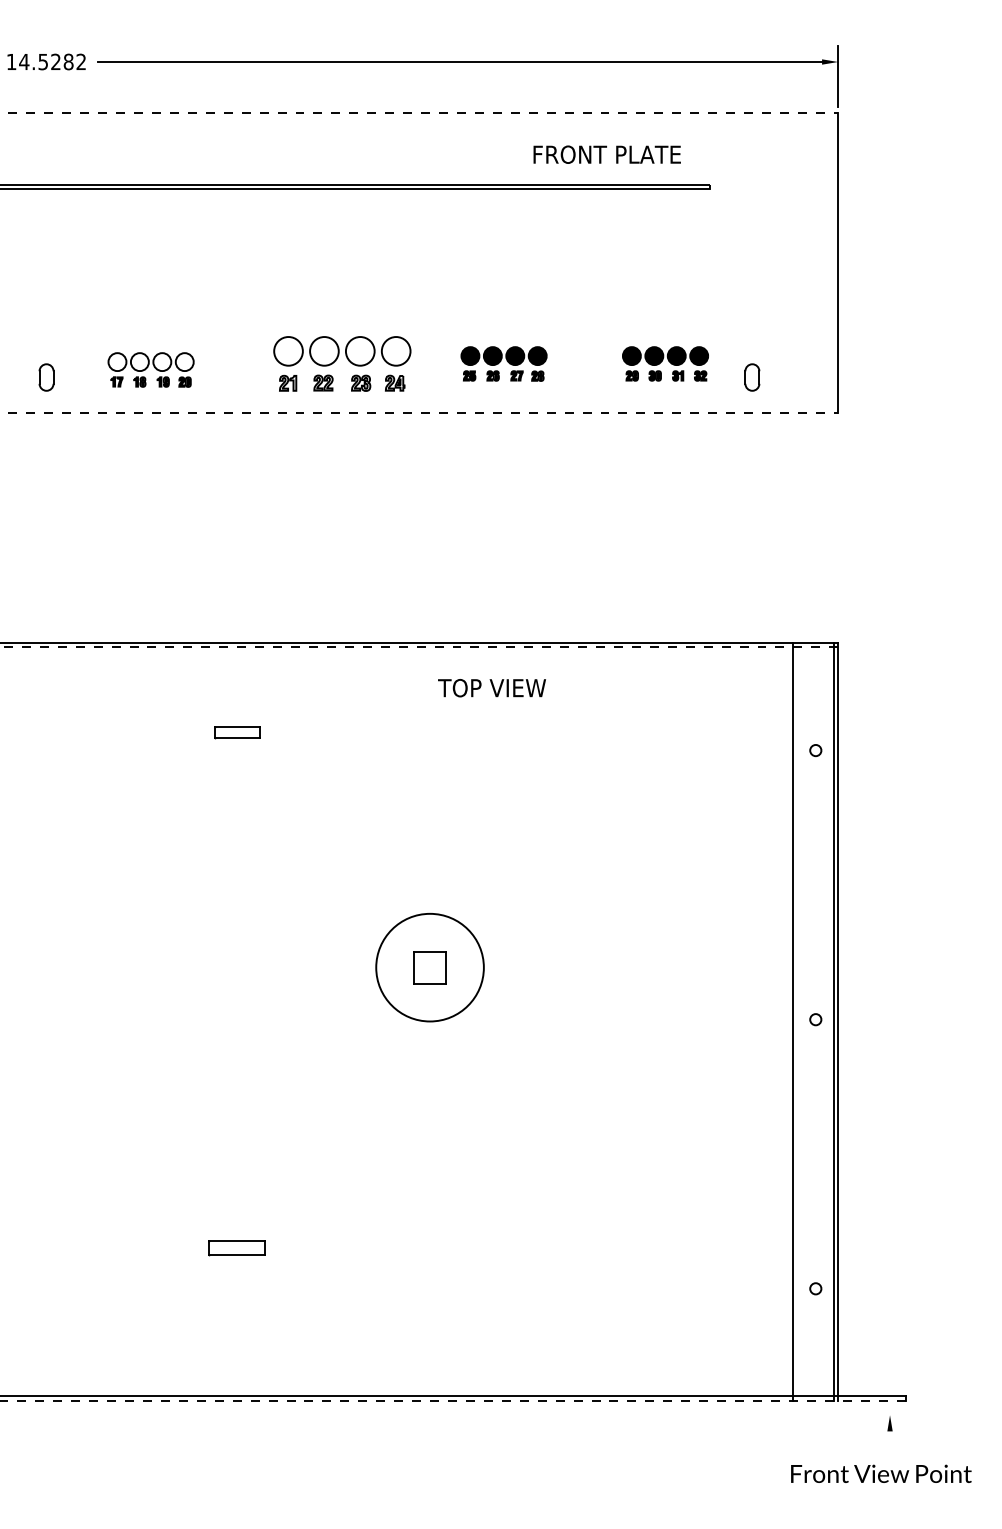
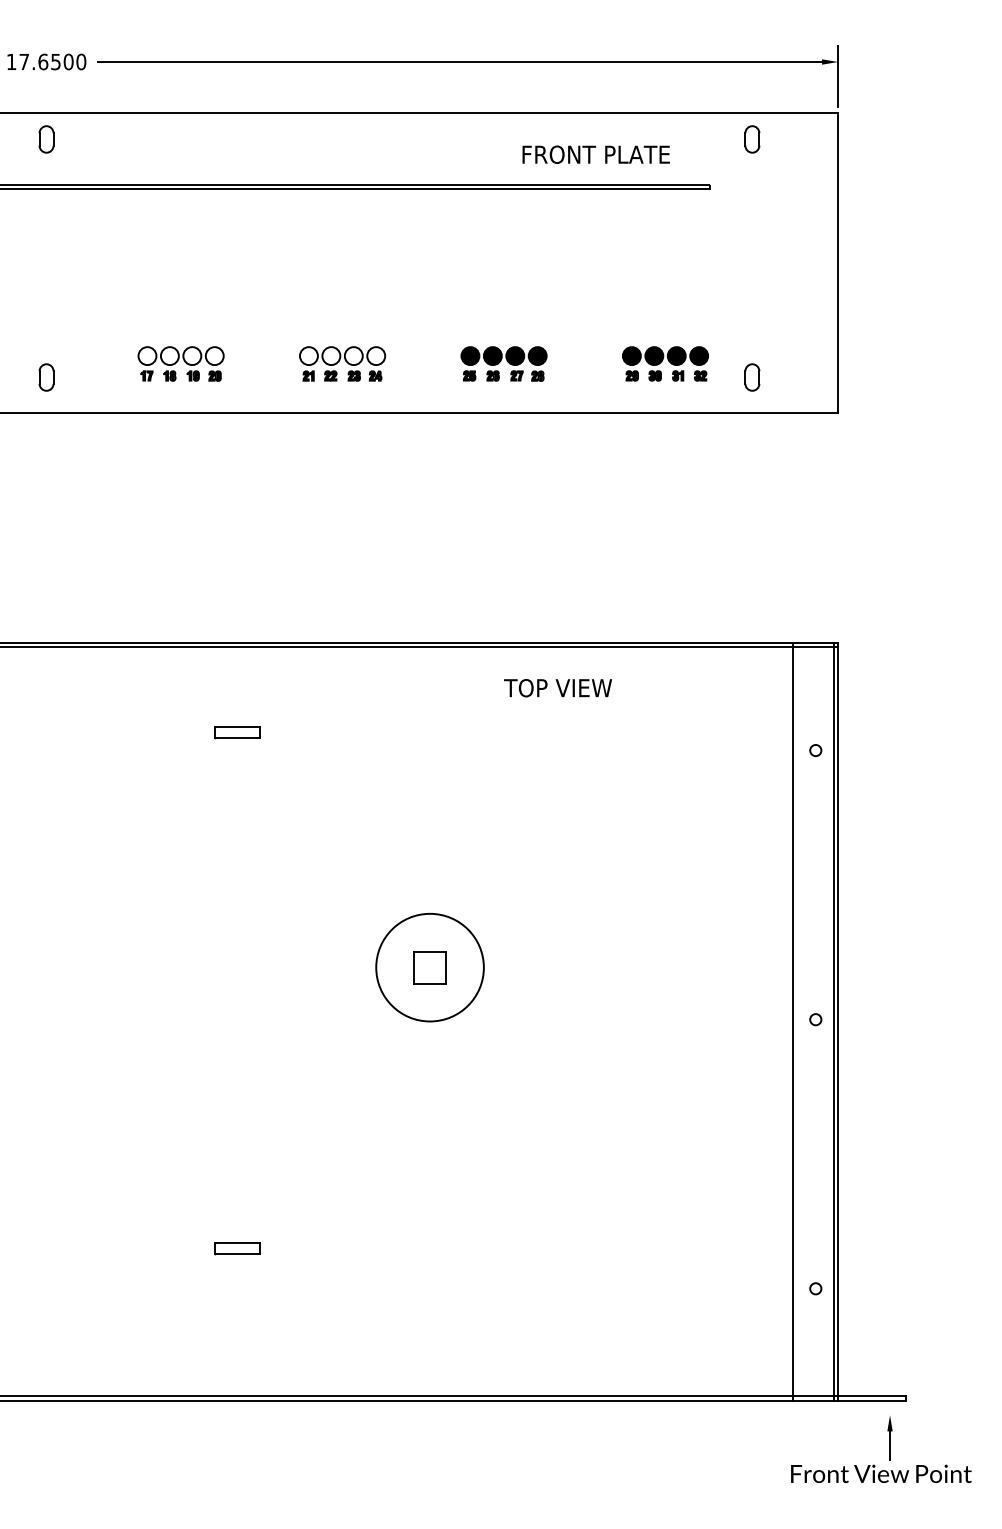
text at (52, 61): 14.5282 -> 17.6500
line at (419, 112): dashed -> solid
part at (46, 139): none -> present
part at (752, 139): none -> present
text at (606, 154) position: (606, 154) -> (595, 154)
part at (342, 363) size: 139x56 px -> 88x36 px
part at (150, 369) position: (150, 369) -> (180, 363)
line at (419, 413): dashed -> solid
line at (419, 647): dashed -> solid
text at (491, 688) position: (491, 688) -> (557, 688)
part at (236, 1248) size: 58x17 px -> 47x14 px
line at (452, 1400): dashed -> solid
line at (890, 1445): none -> present
